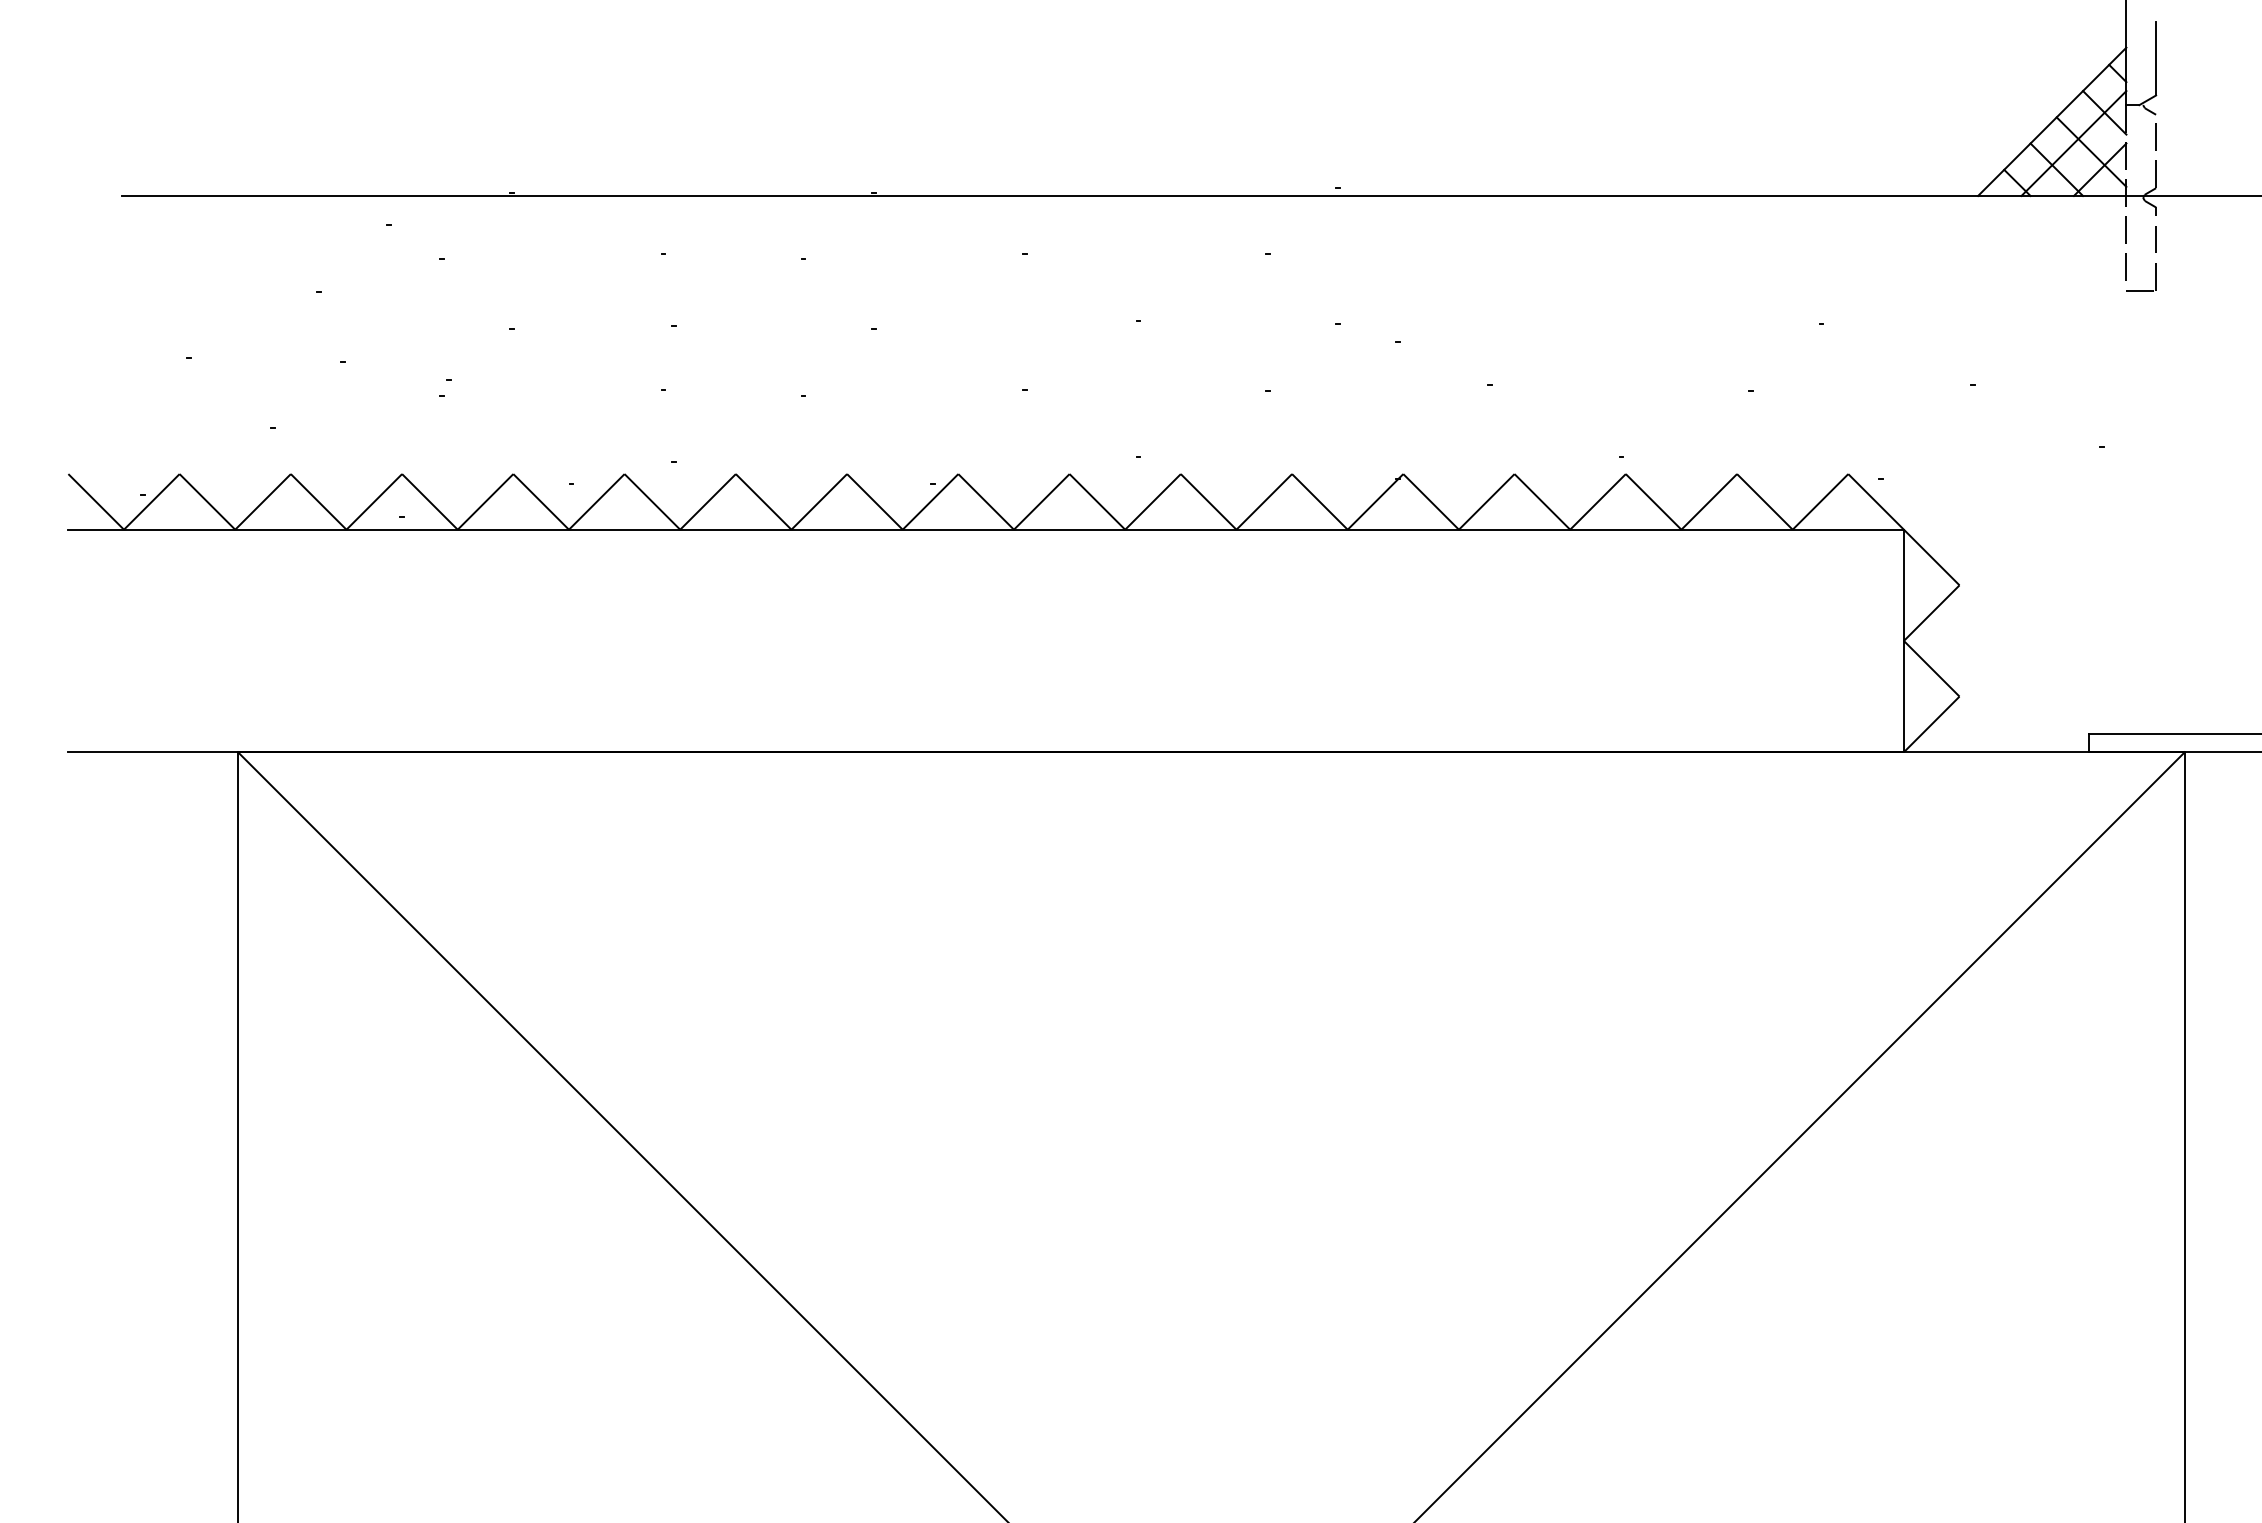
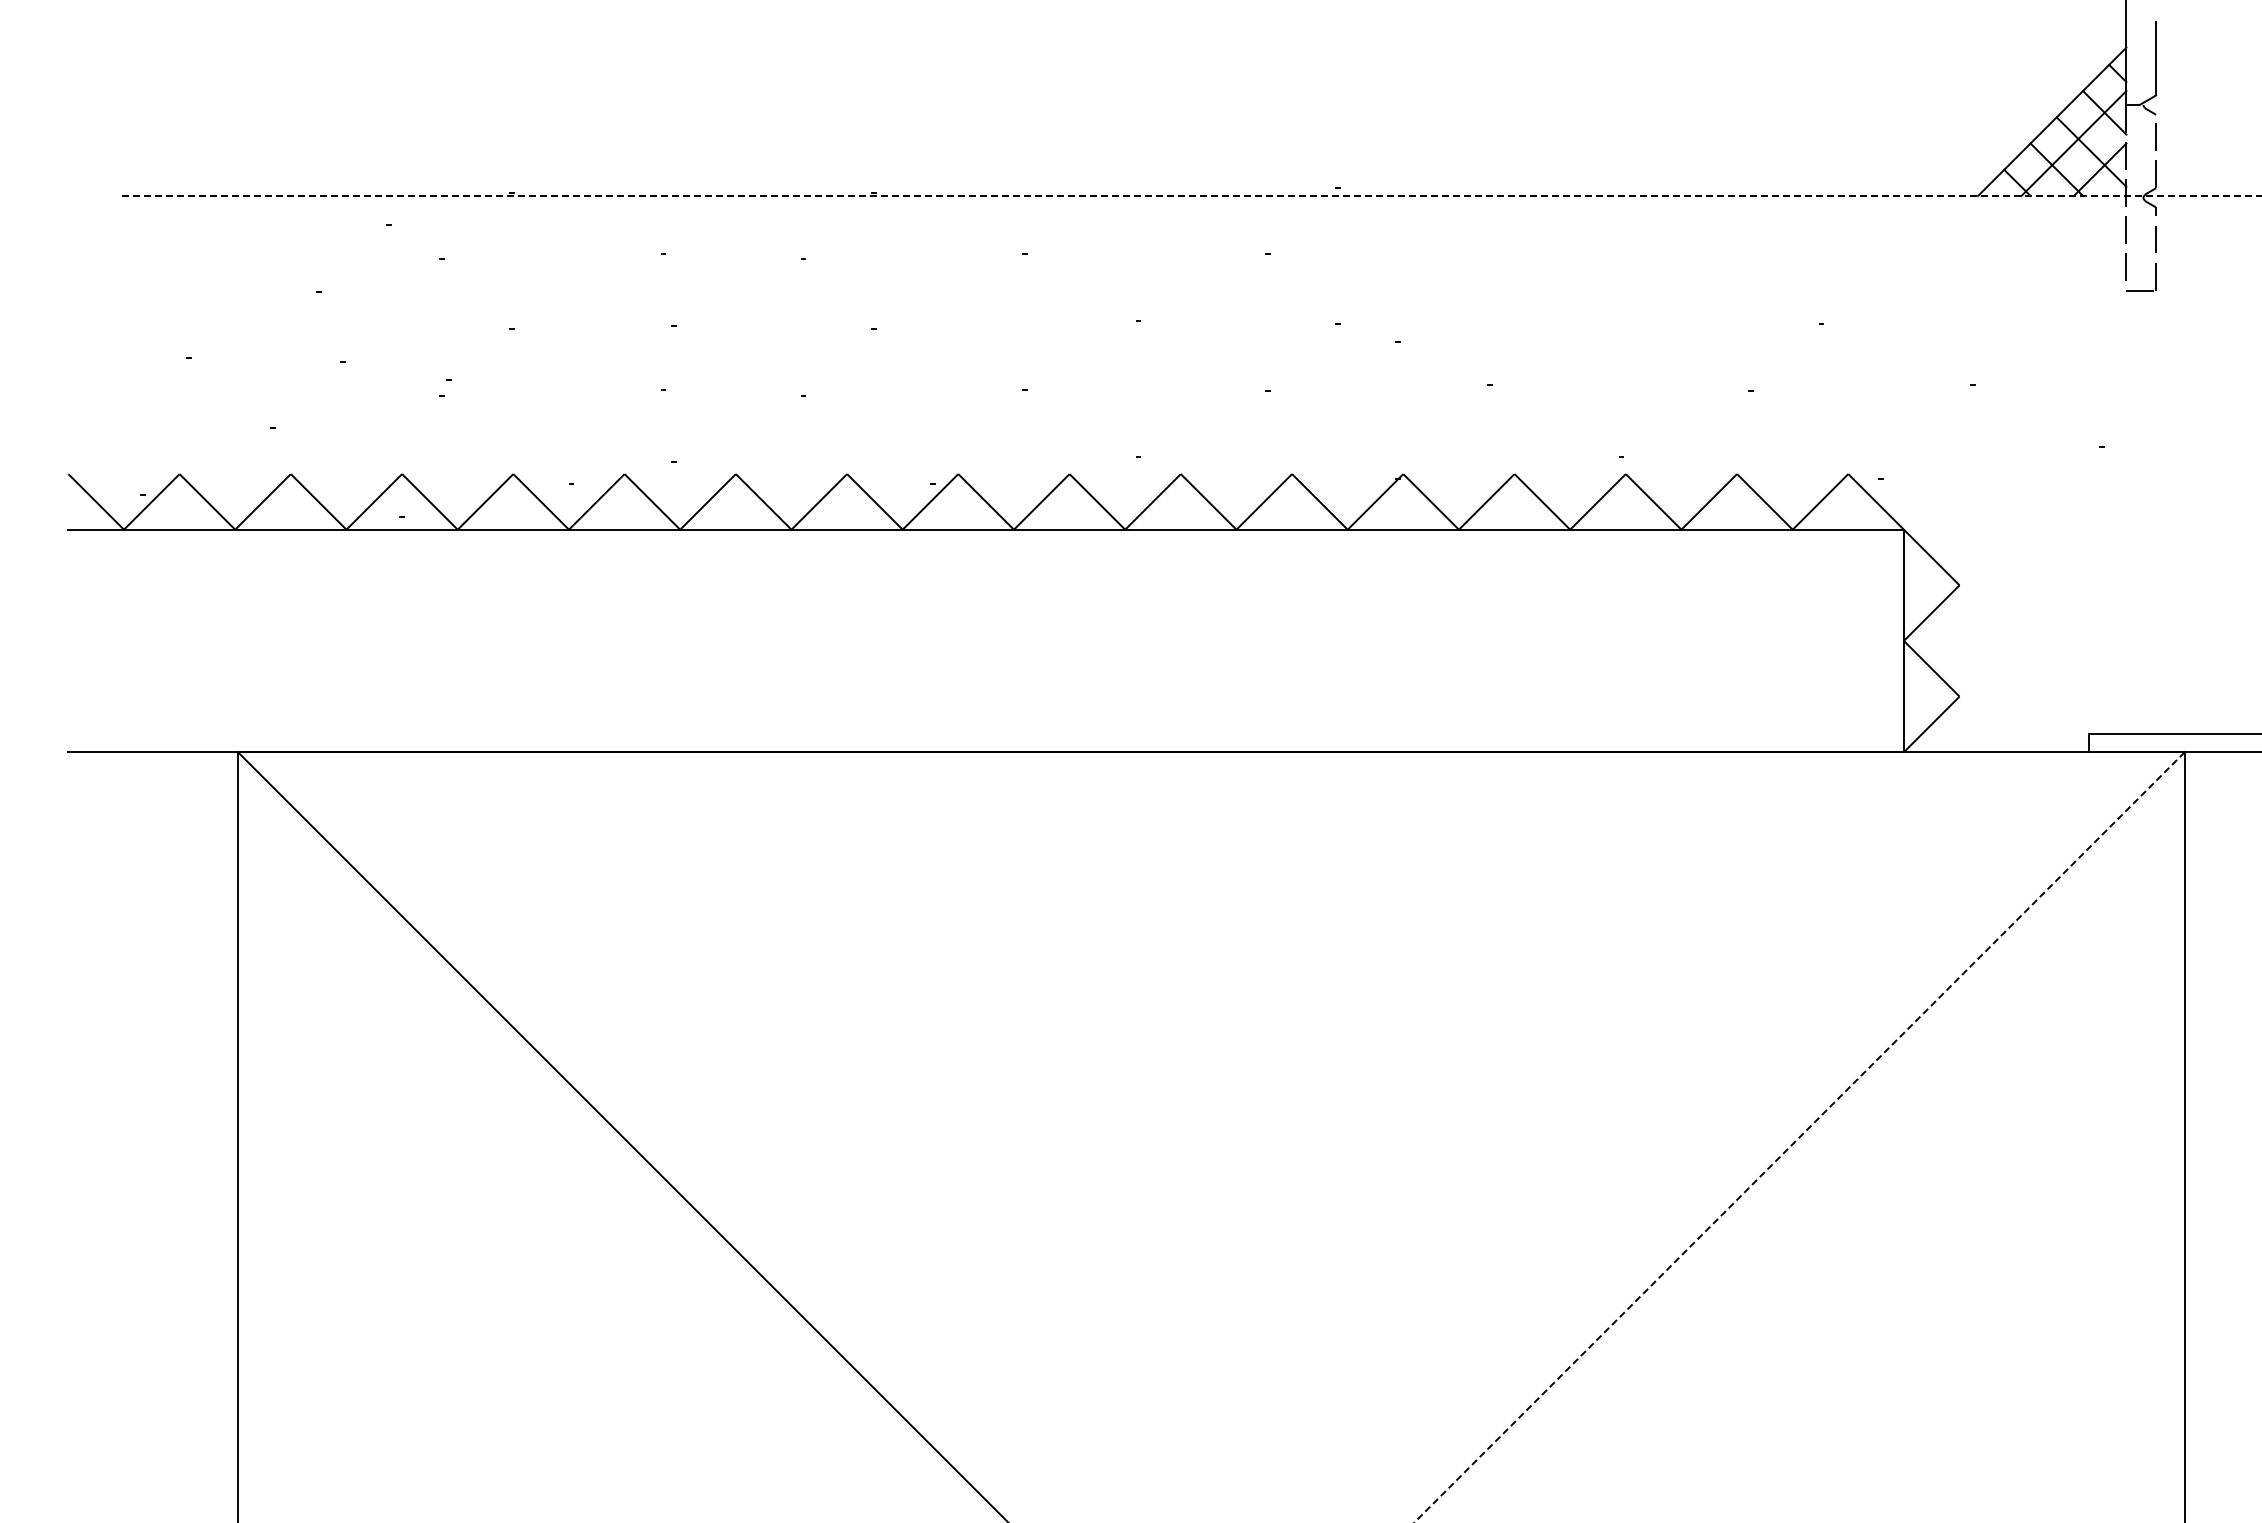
line at (1191, 195): solid -> dashed
line at (1799, 1137): solid -> dashed
